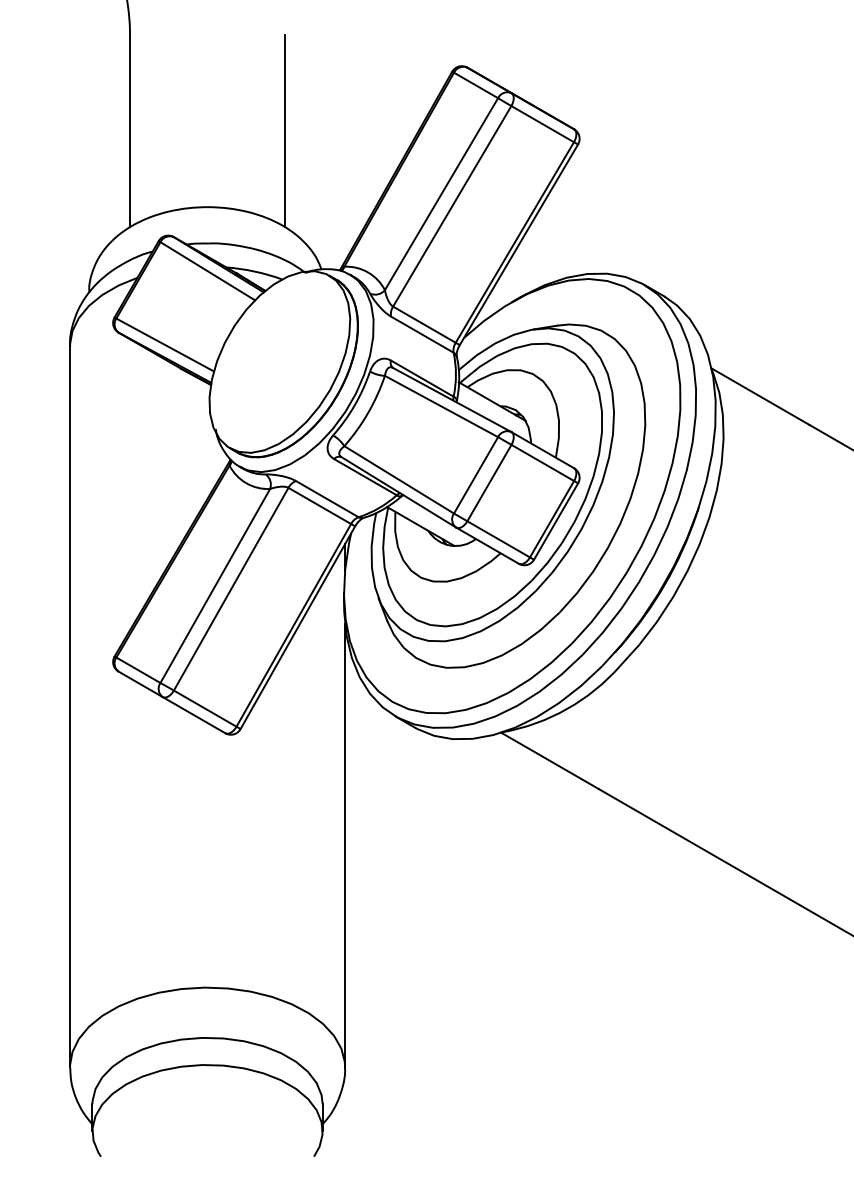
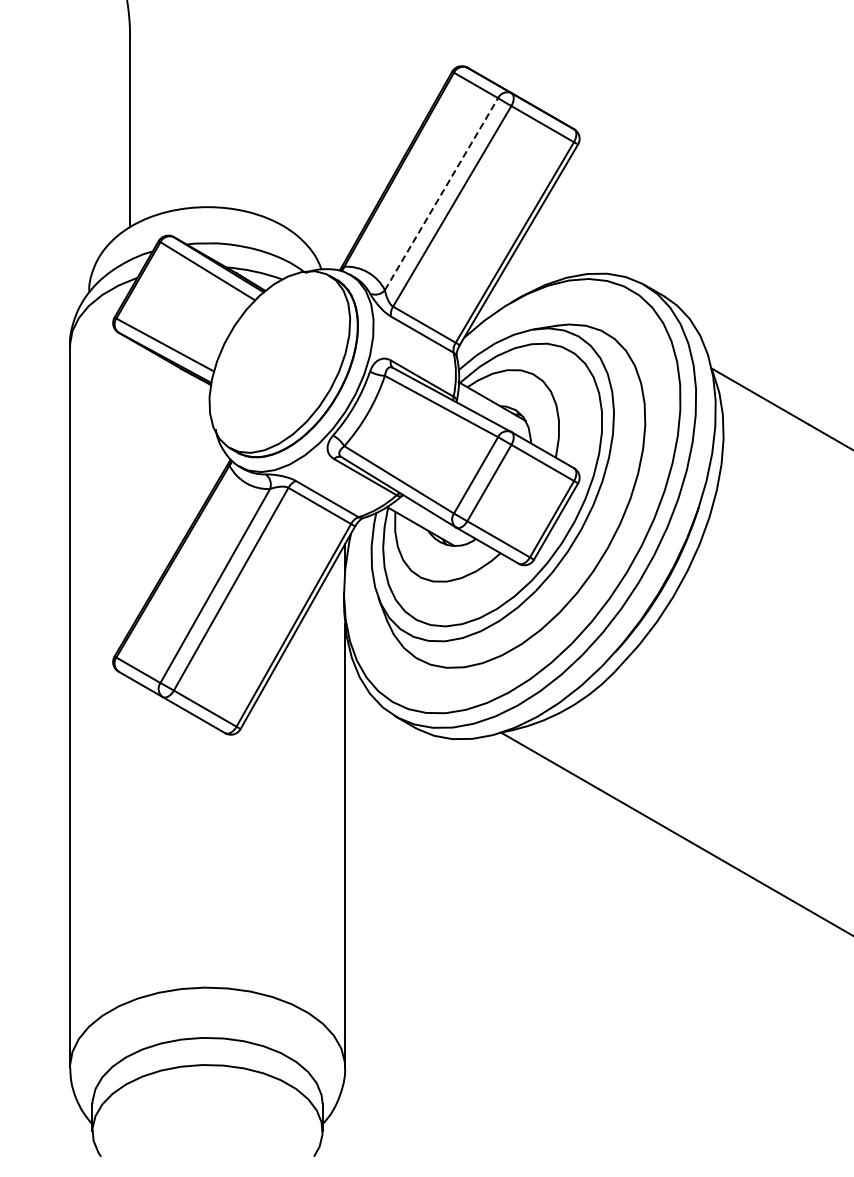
line at (285, 131): present -> none
line at (441, 193): solid -> dashed
